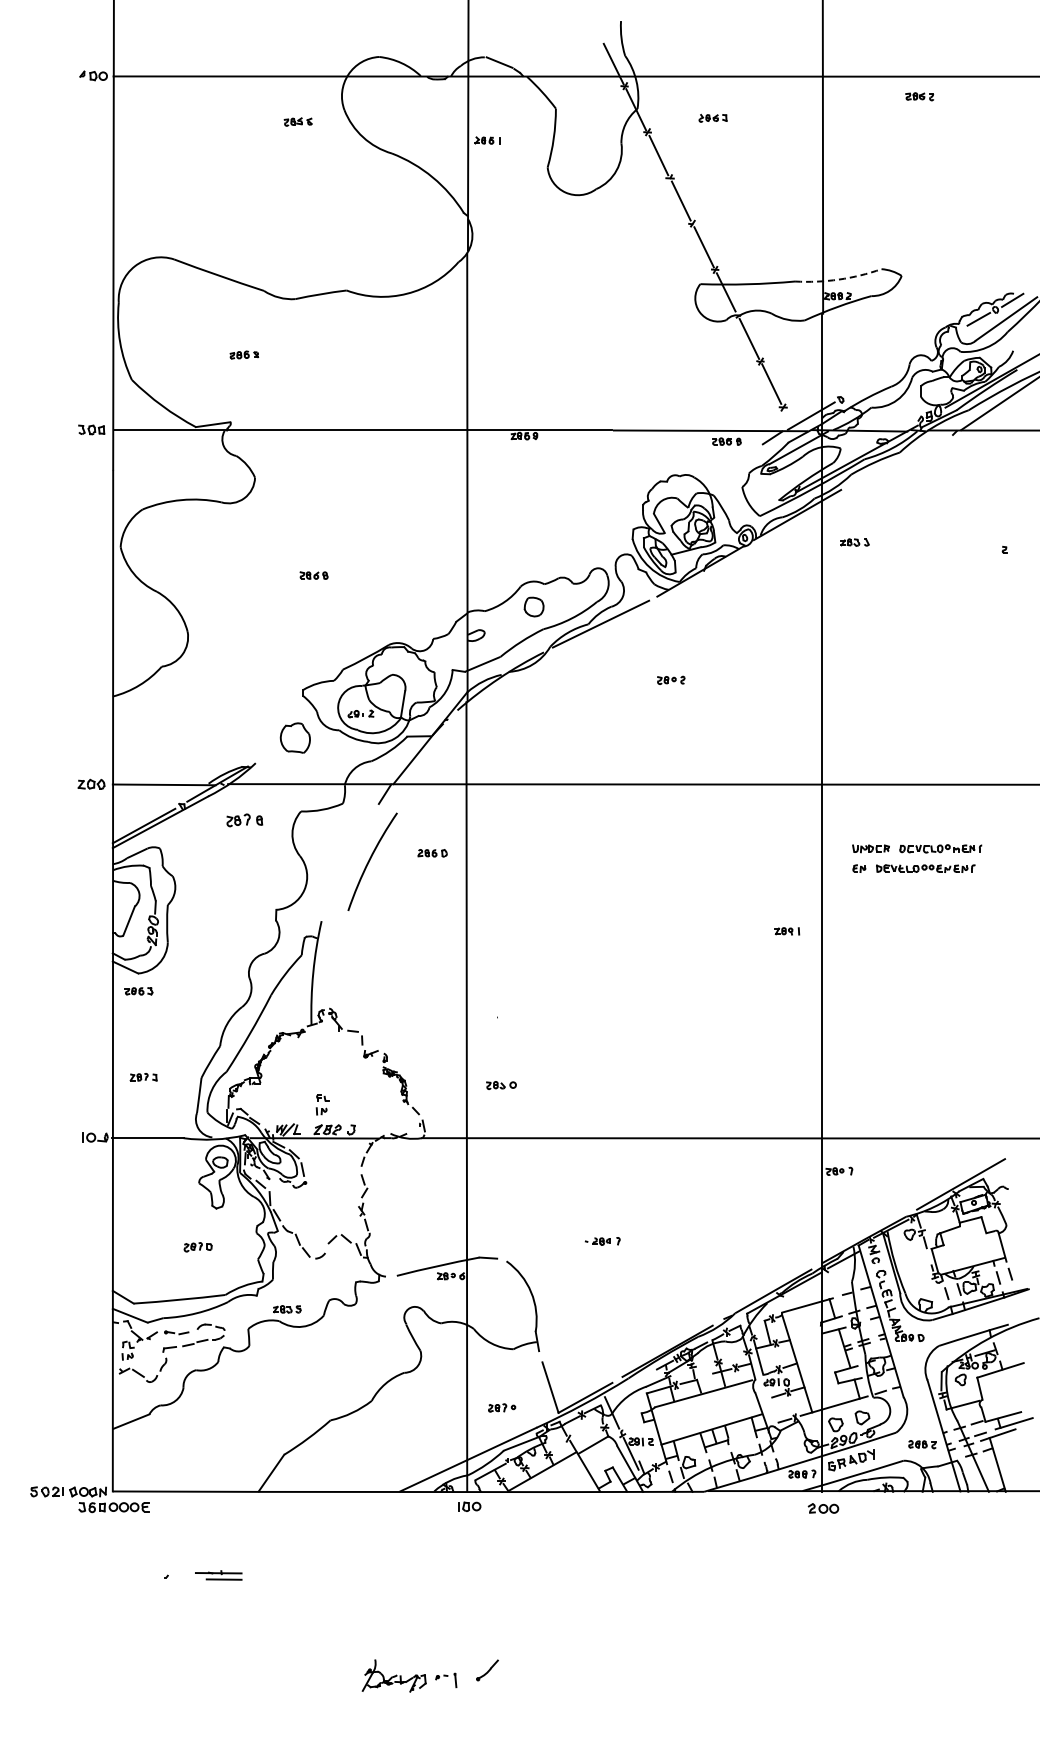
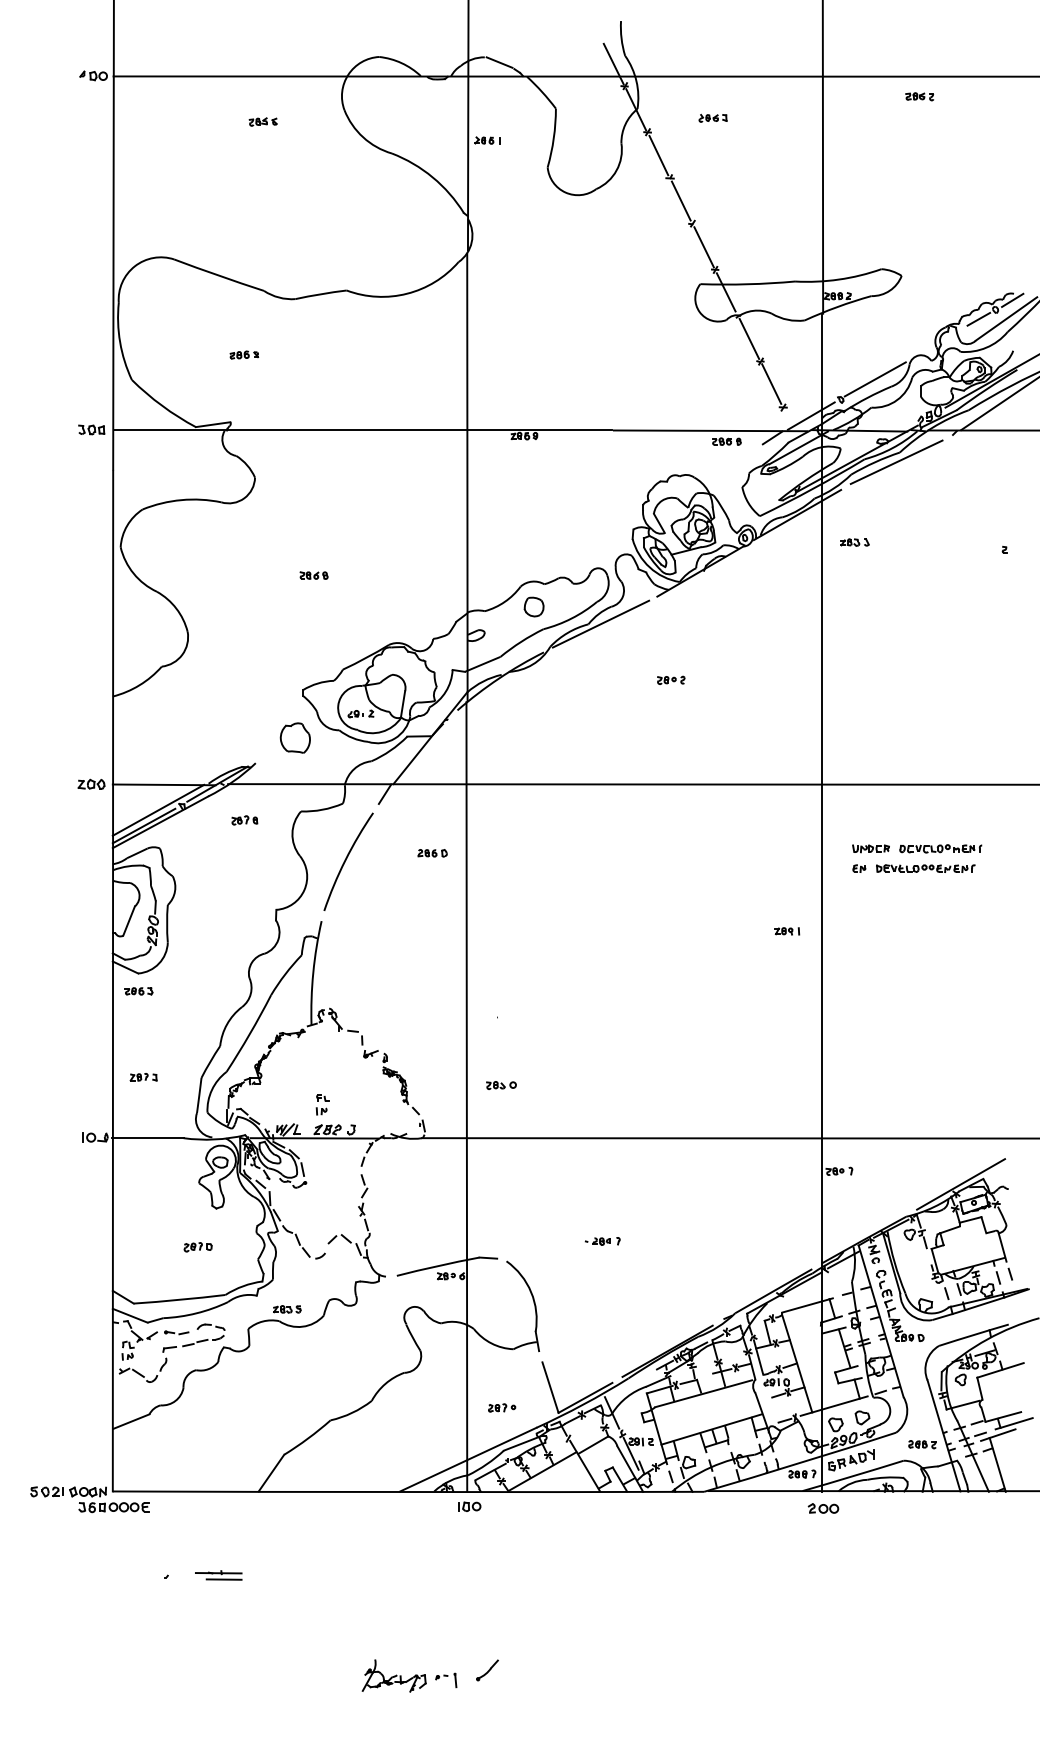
part at (297, 121) position: (297, 121) -> (262, 121)
arc at (838, 279): dashed -> solid
line at (874, 379): none -> present
line at (896, 461): none -> present
line at (158, 809): none -> present
part at (244, 820) size: 38x15 px -> 28x11 px
arc at (370, 860) position: (370, 860) -> (346, 860)
